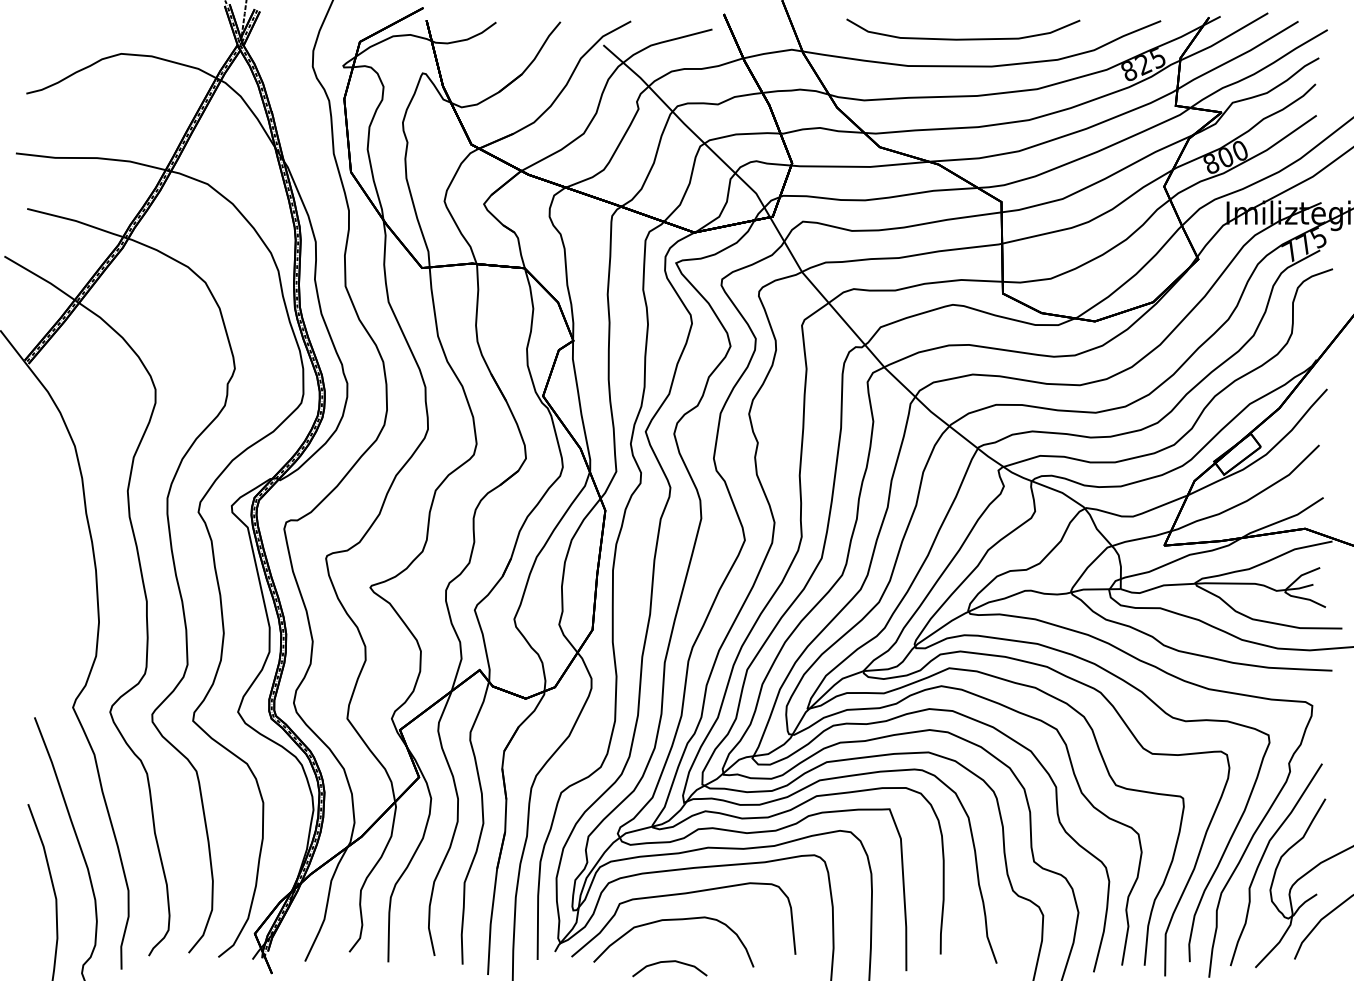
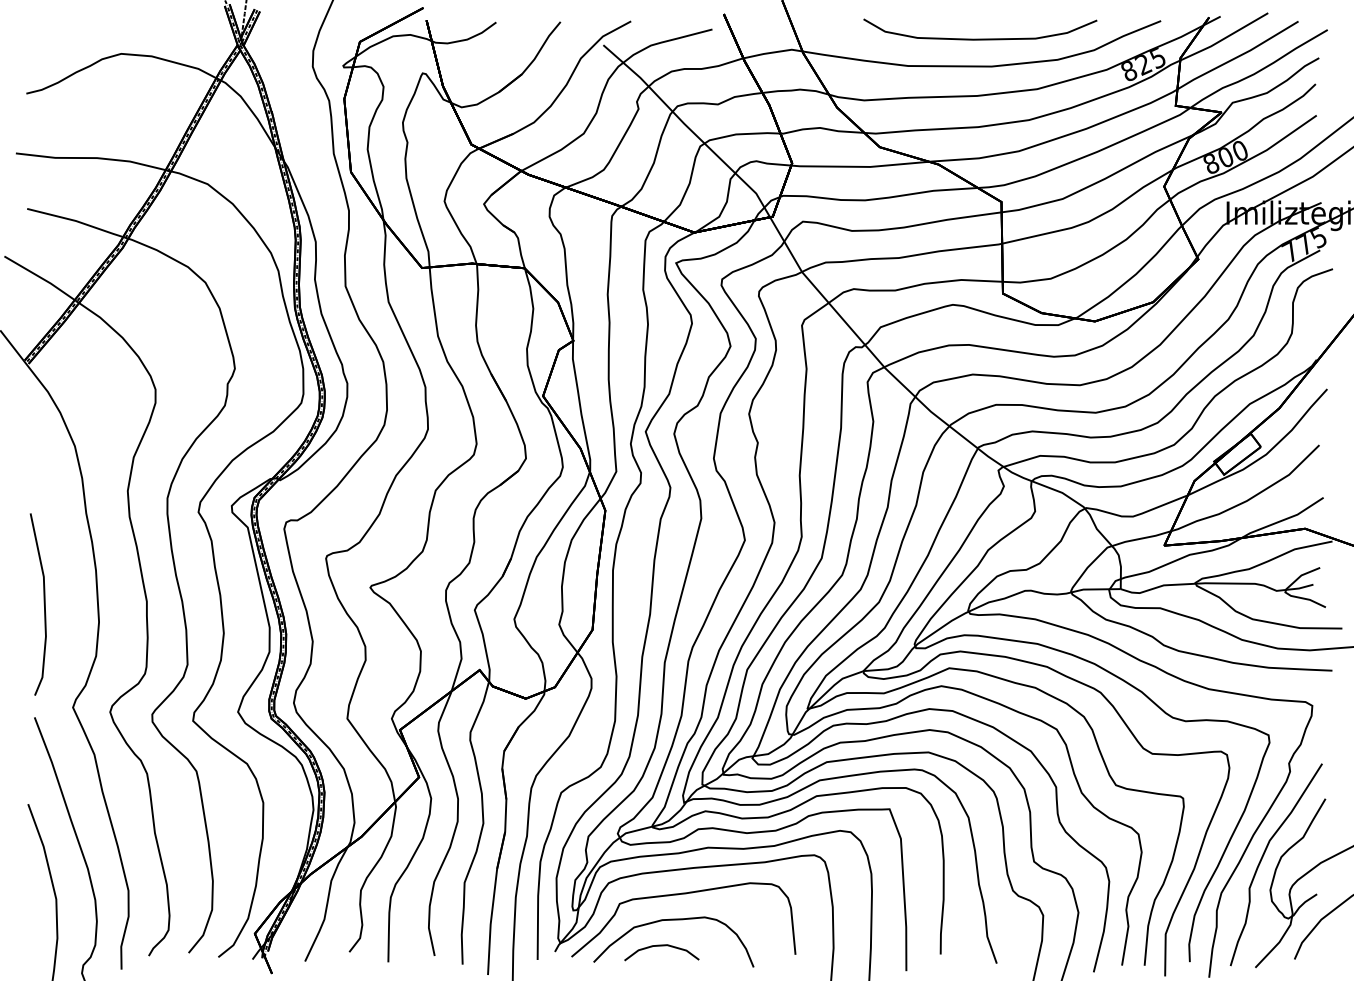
curve at (963, 38) position: (963, 38) -> (980, 38)
line at (43, 604): none -> present
curve at (669, 962) position: (669, 962) -> (661, 946)
